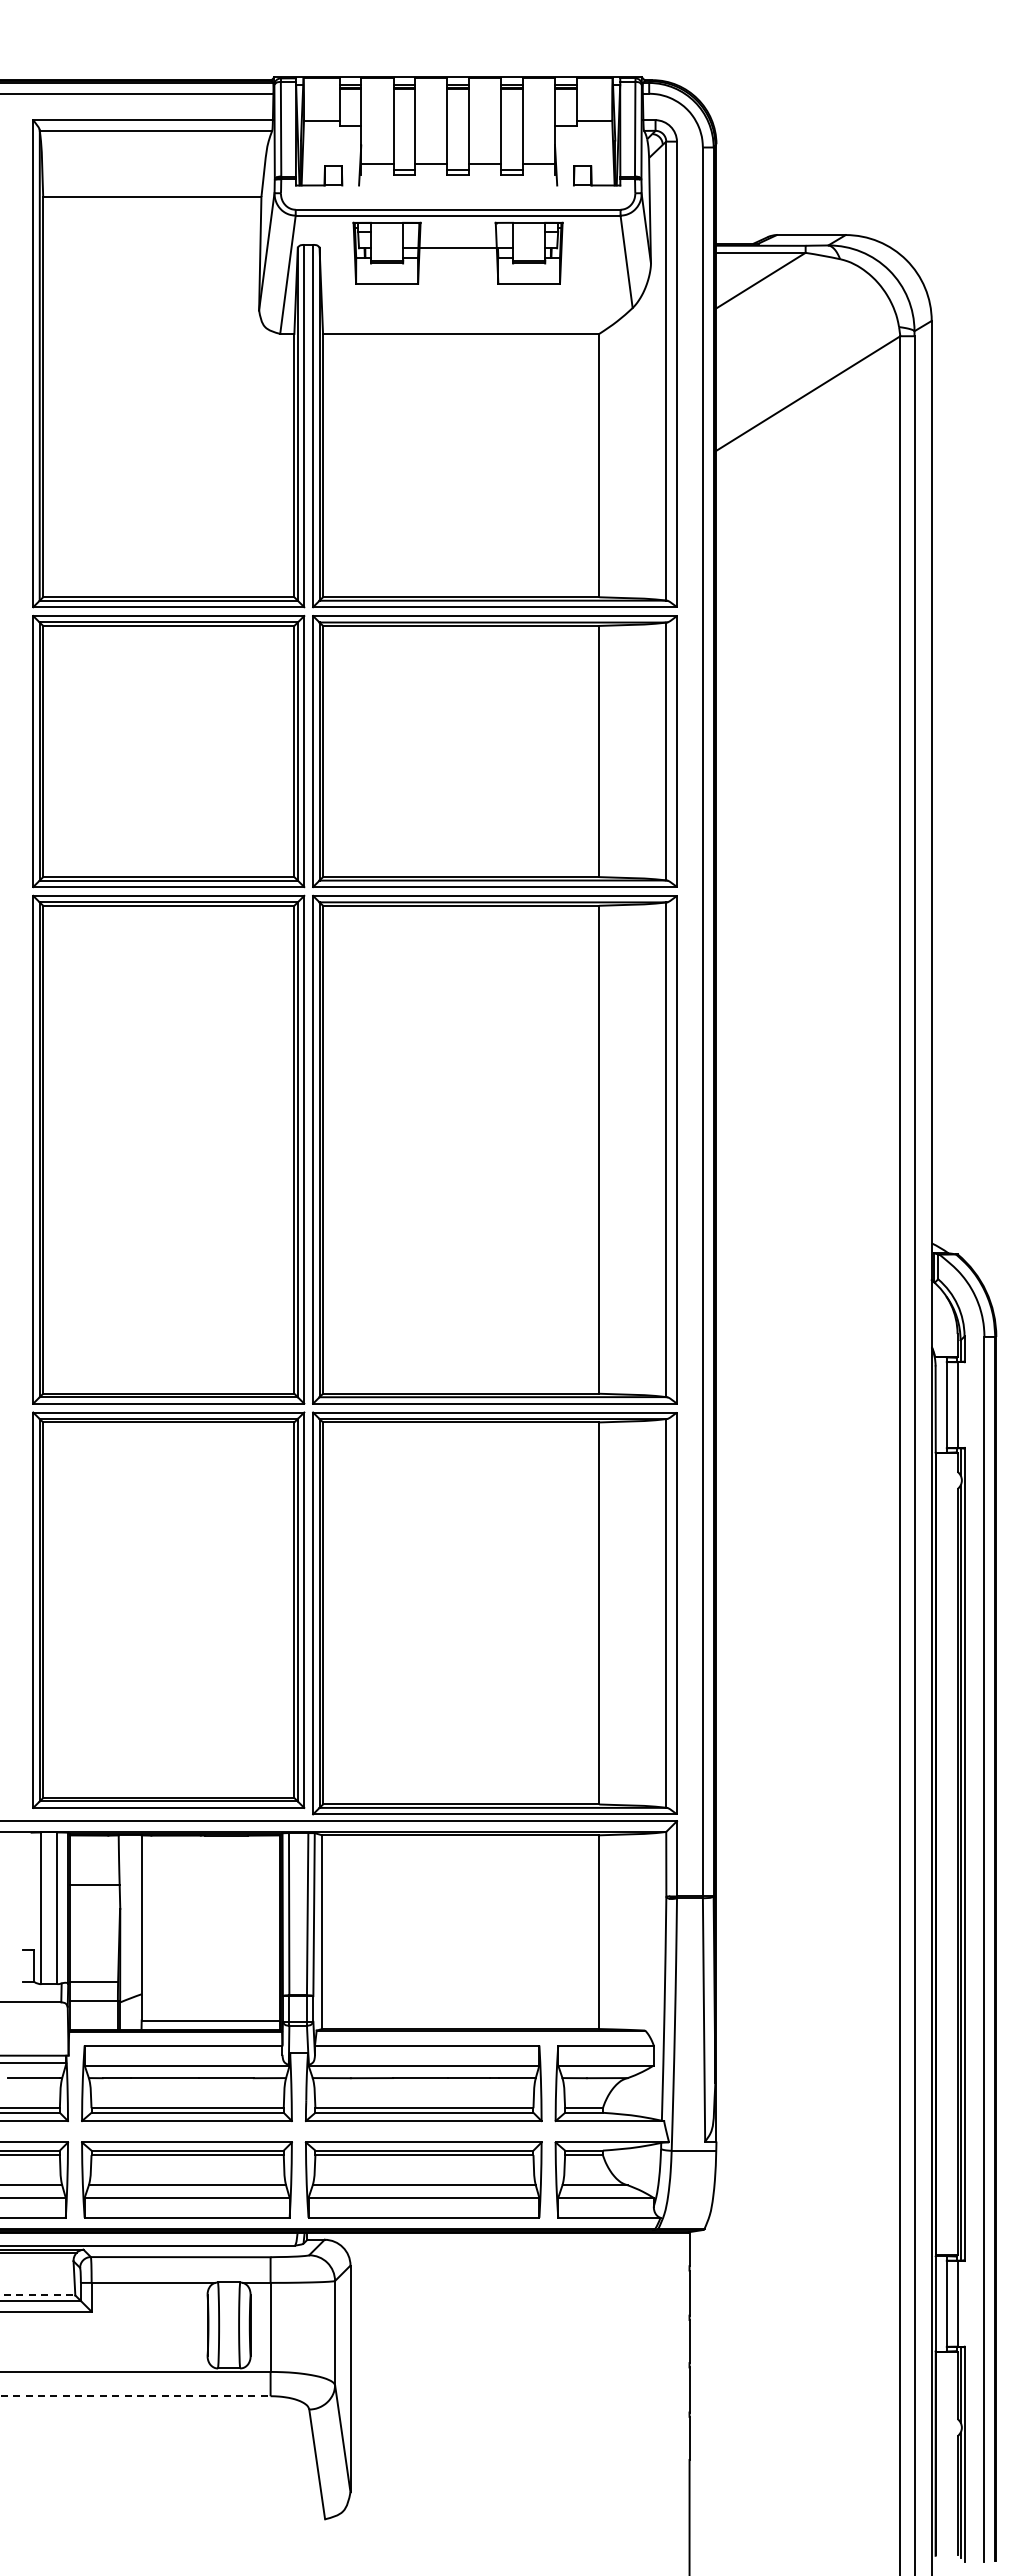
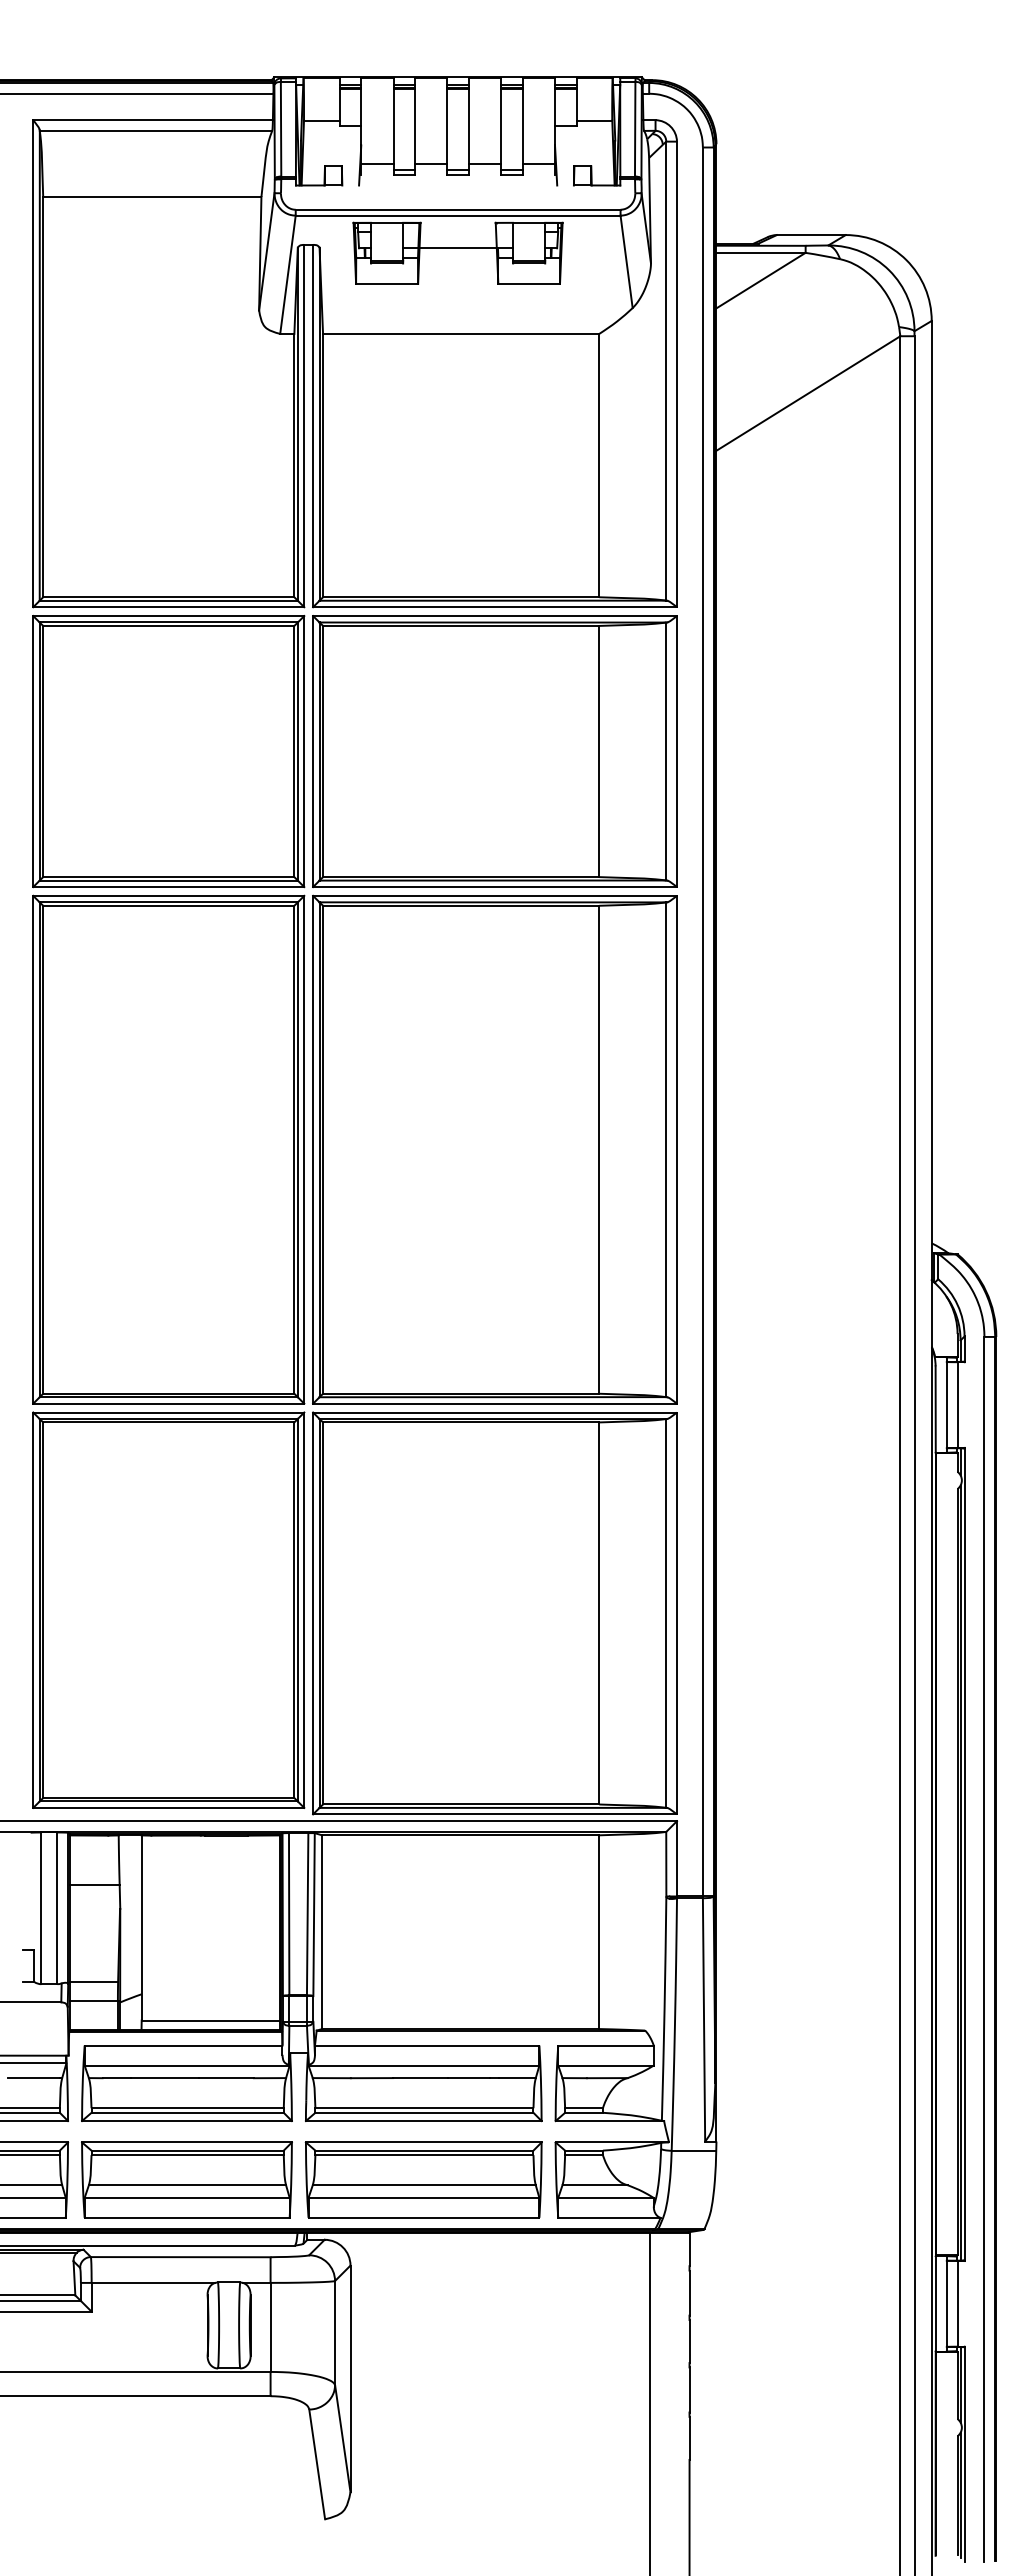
line at (38, 2295): dashed -> solid
line at (135, 2396): dashed -> solid
line at (649, 2402): none -> present
